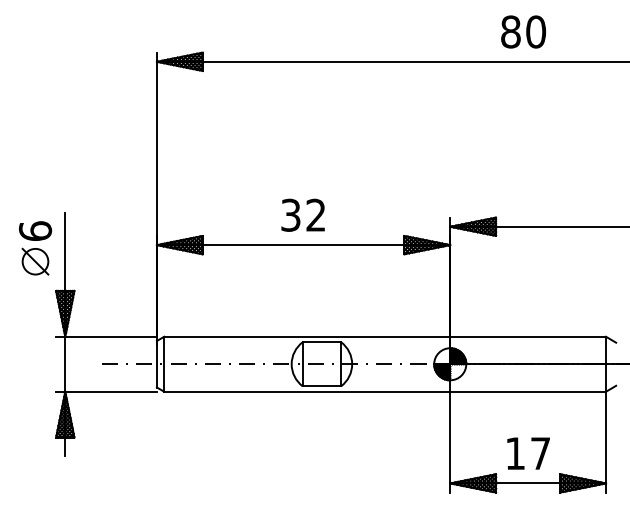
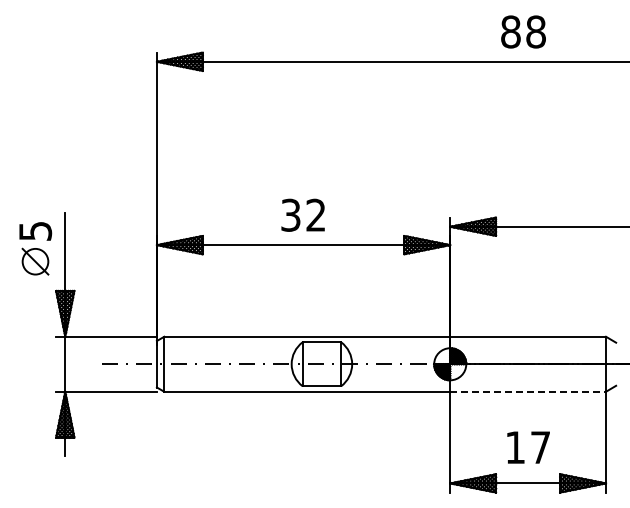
text at (536, 31): 80 -> 88
text at (35, 230): 6 -> 5
line at (528, 391): solid -> dashed
text at (528, 453) position: (528, 453) -> (528, 447)
